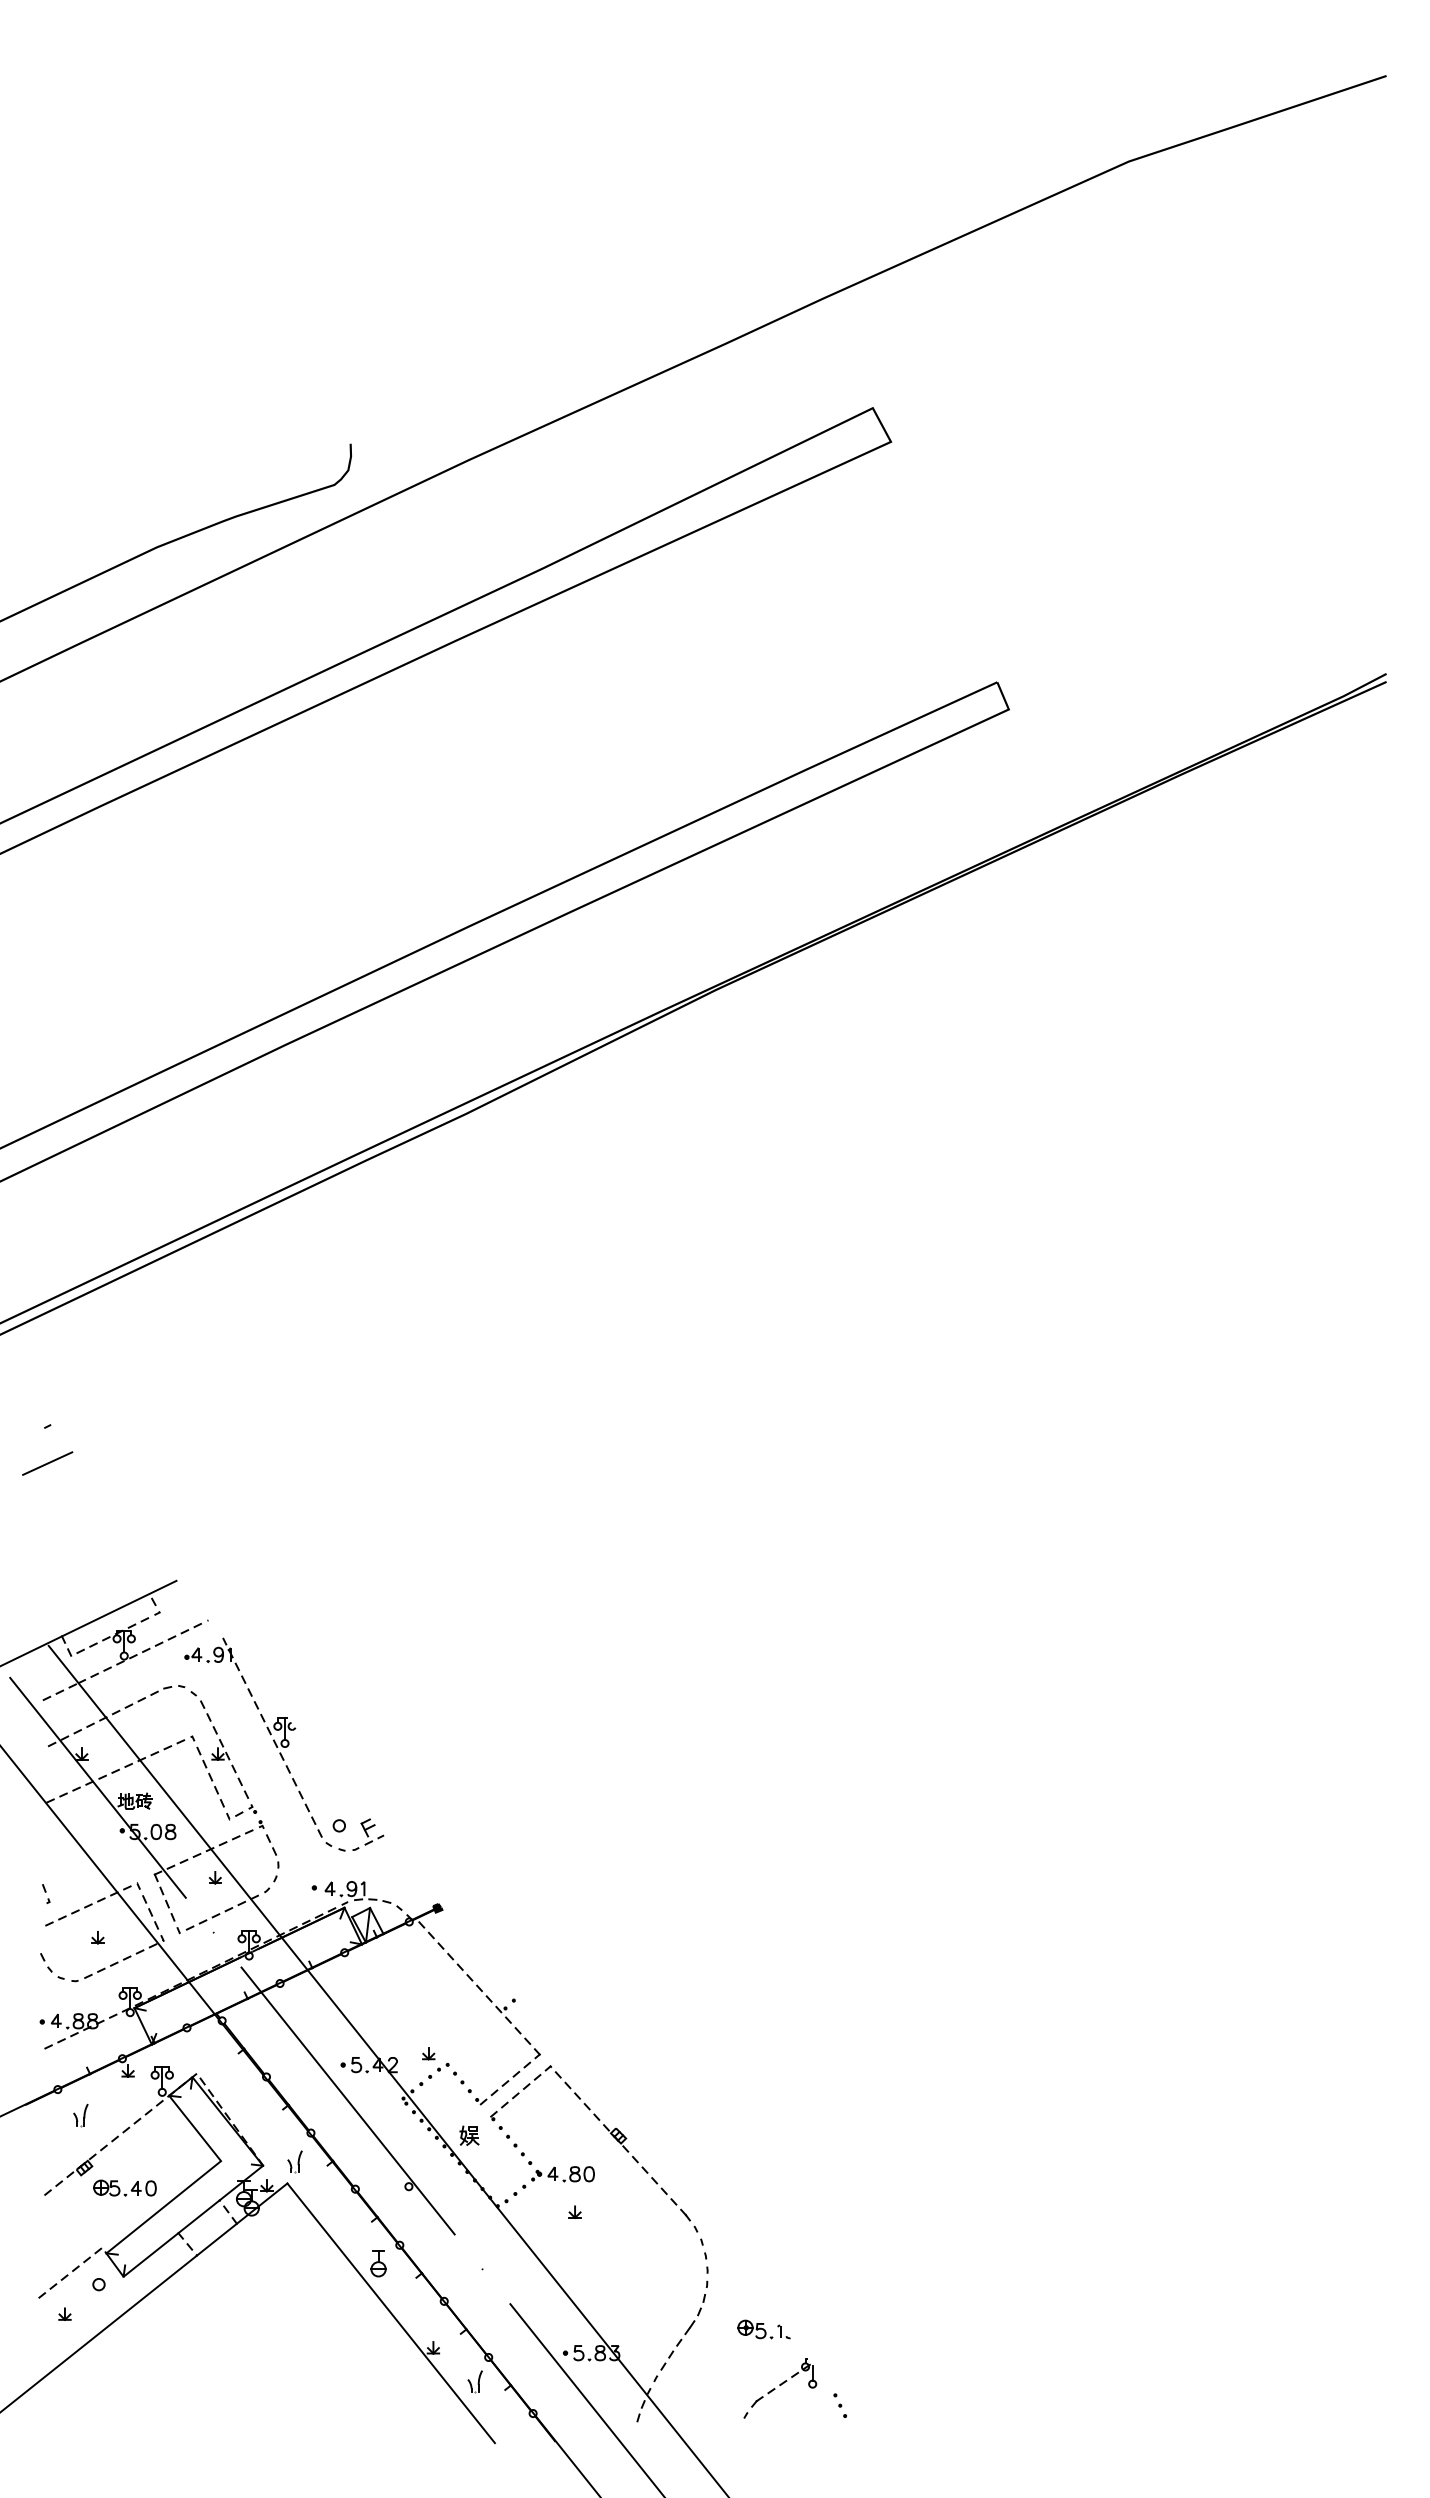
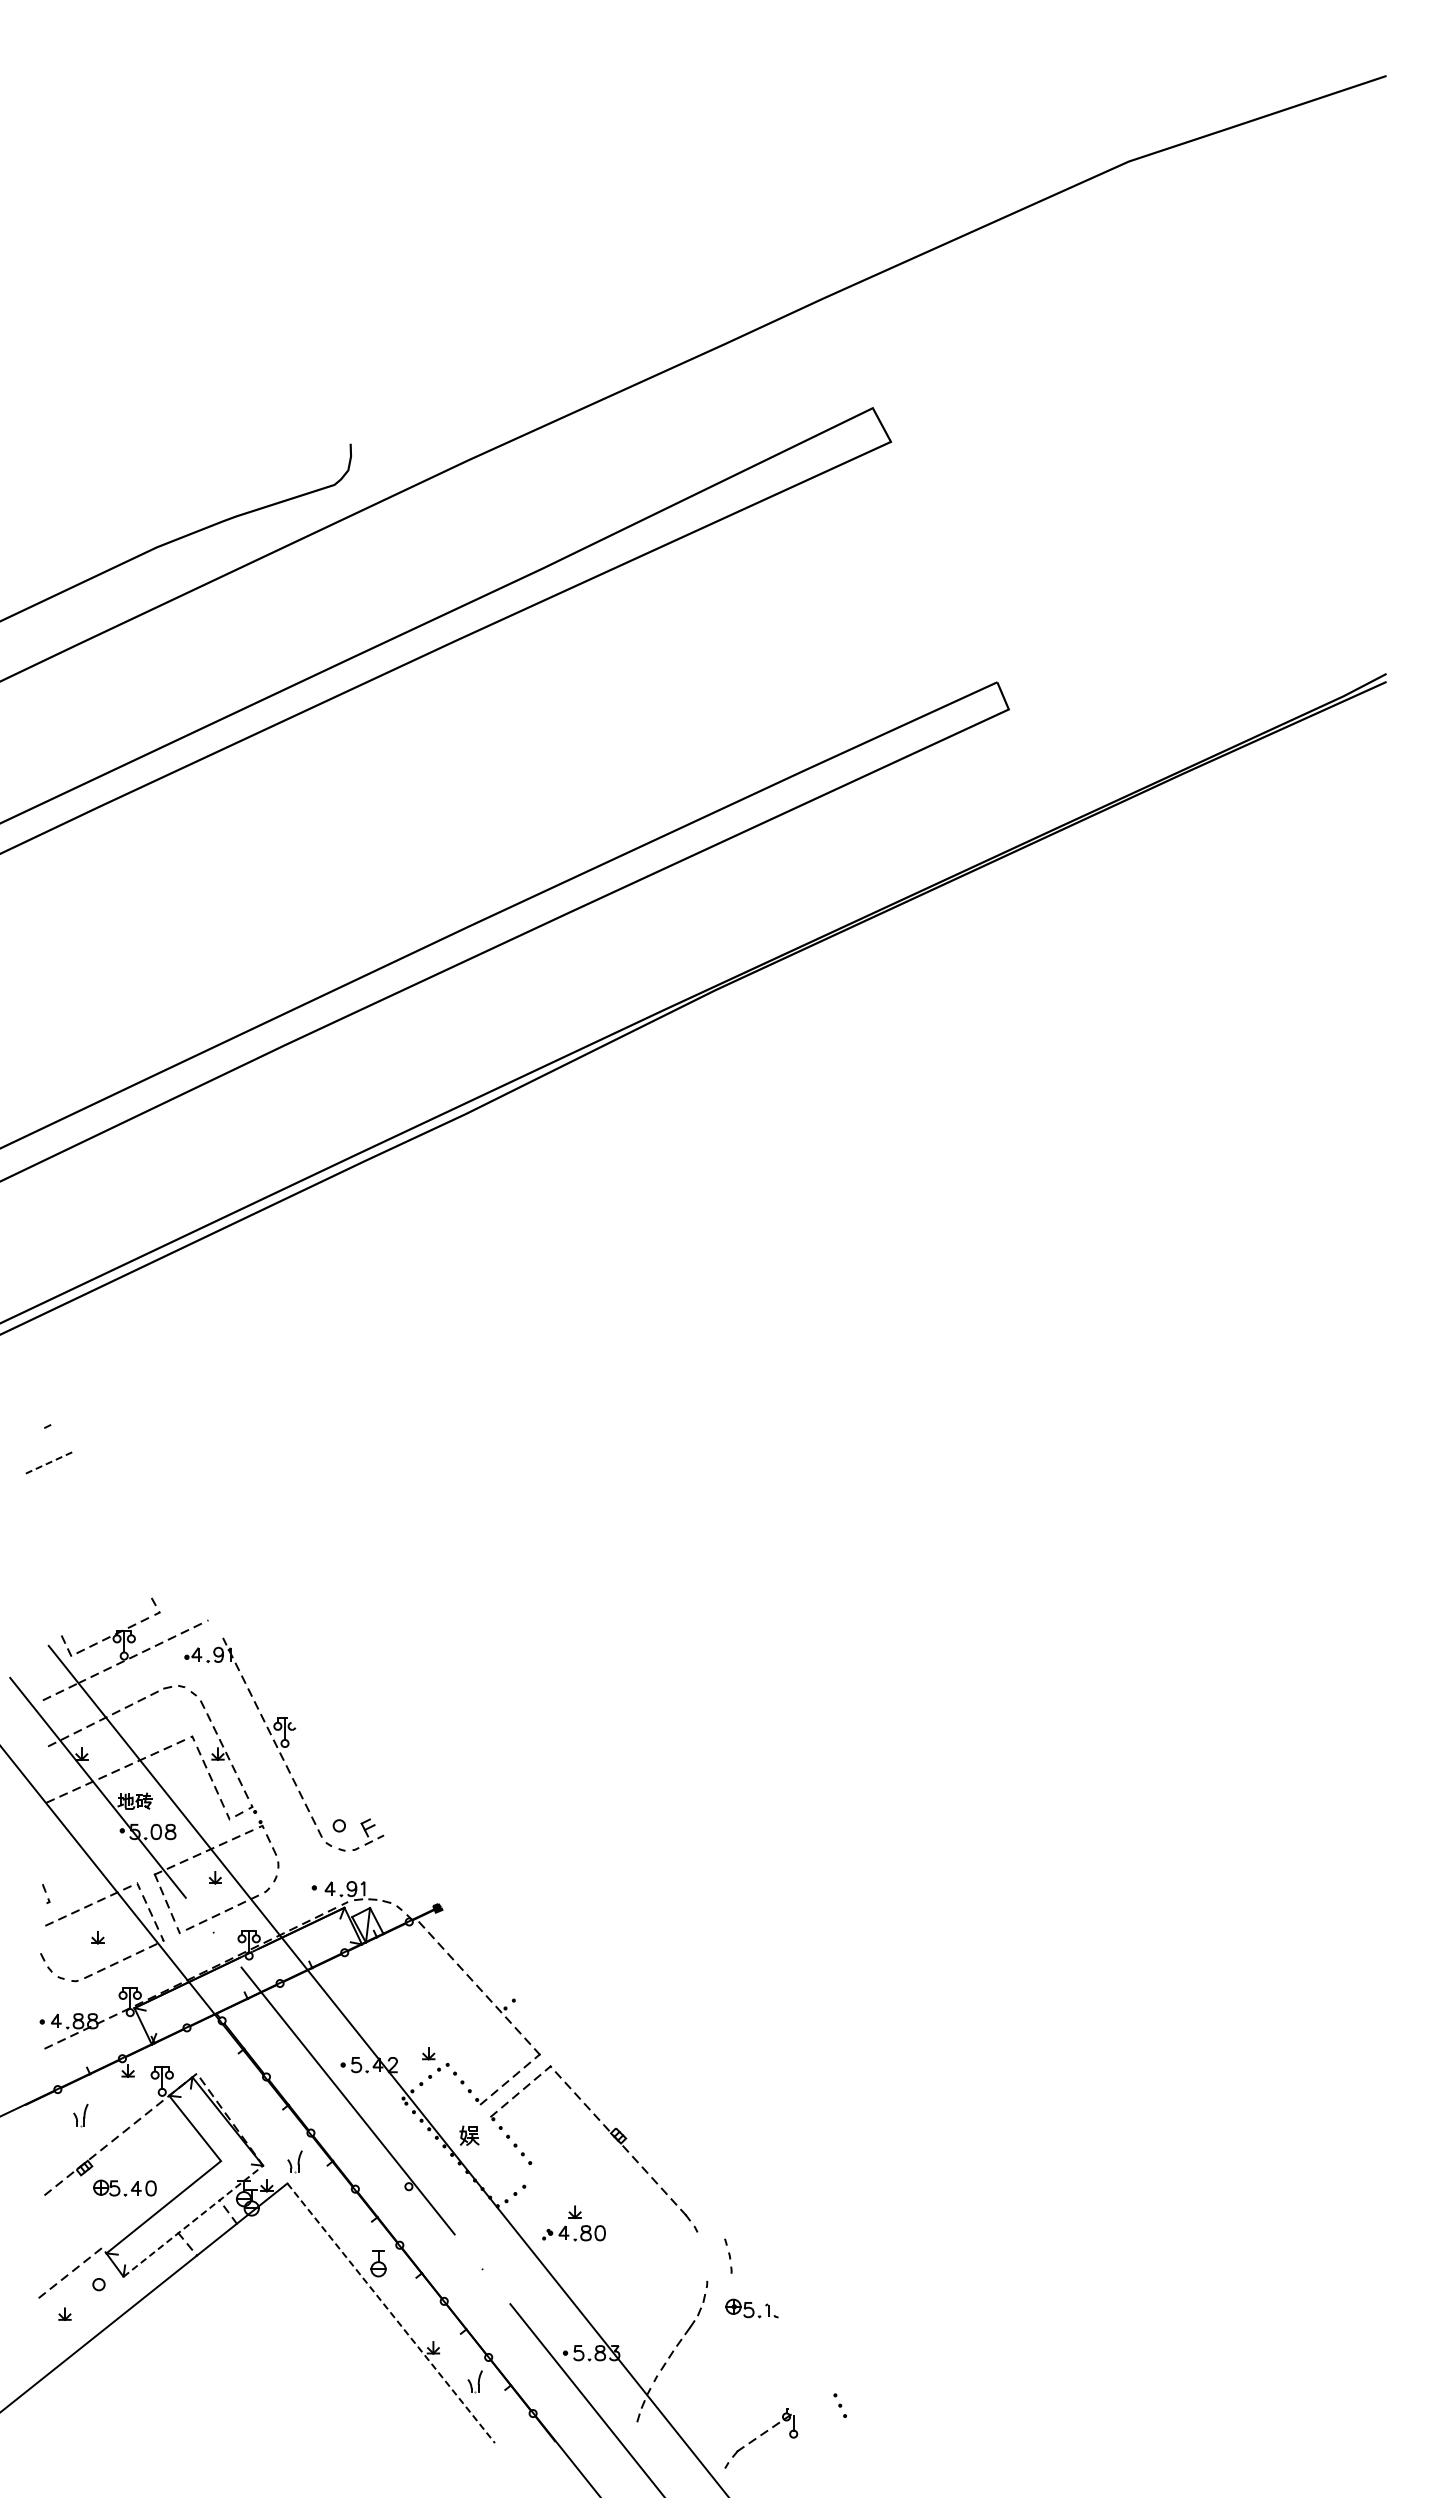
line at (47, 1463): solid -> dashed
line at (89, 1622): present -> none
part at (562, 2174) position: (562, 2174) -> (573, 2233)
line at (193, 2220): solid -> dashed
part at (704, 2255) position: (704, 2255) -> (728, 2255)
line at (391, 2313): solid -> dashed
part at (763, 2329) position: (763, 2329) -> (751, 2308)
part at (780, 2388) position: (780, 2388) -> (761, 2438)
